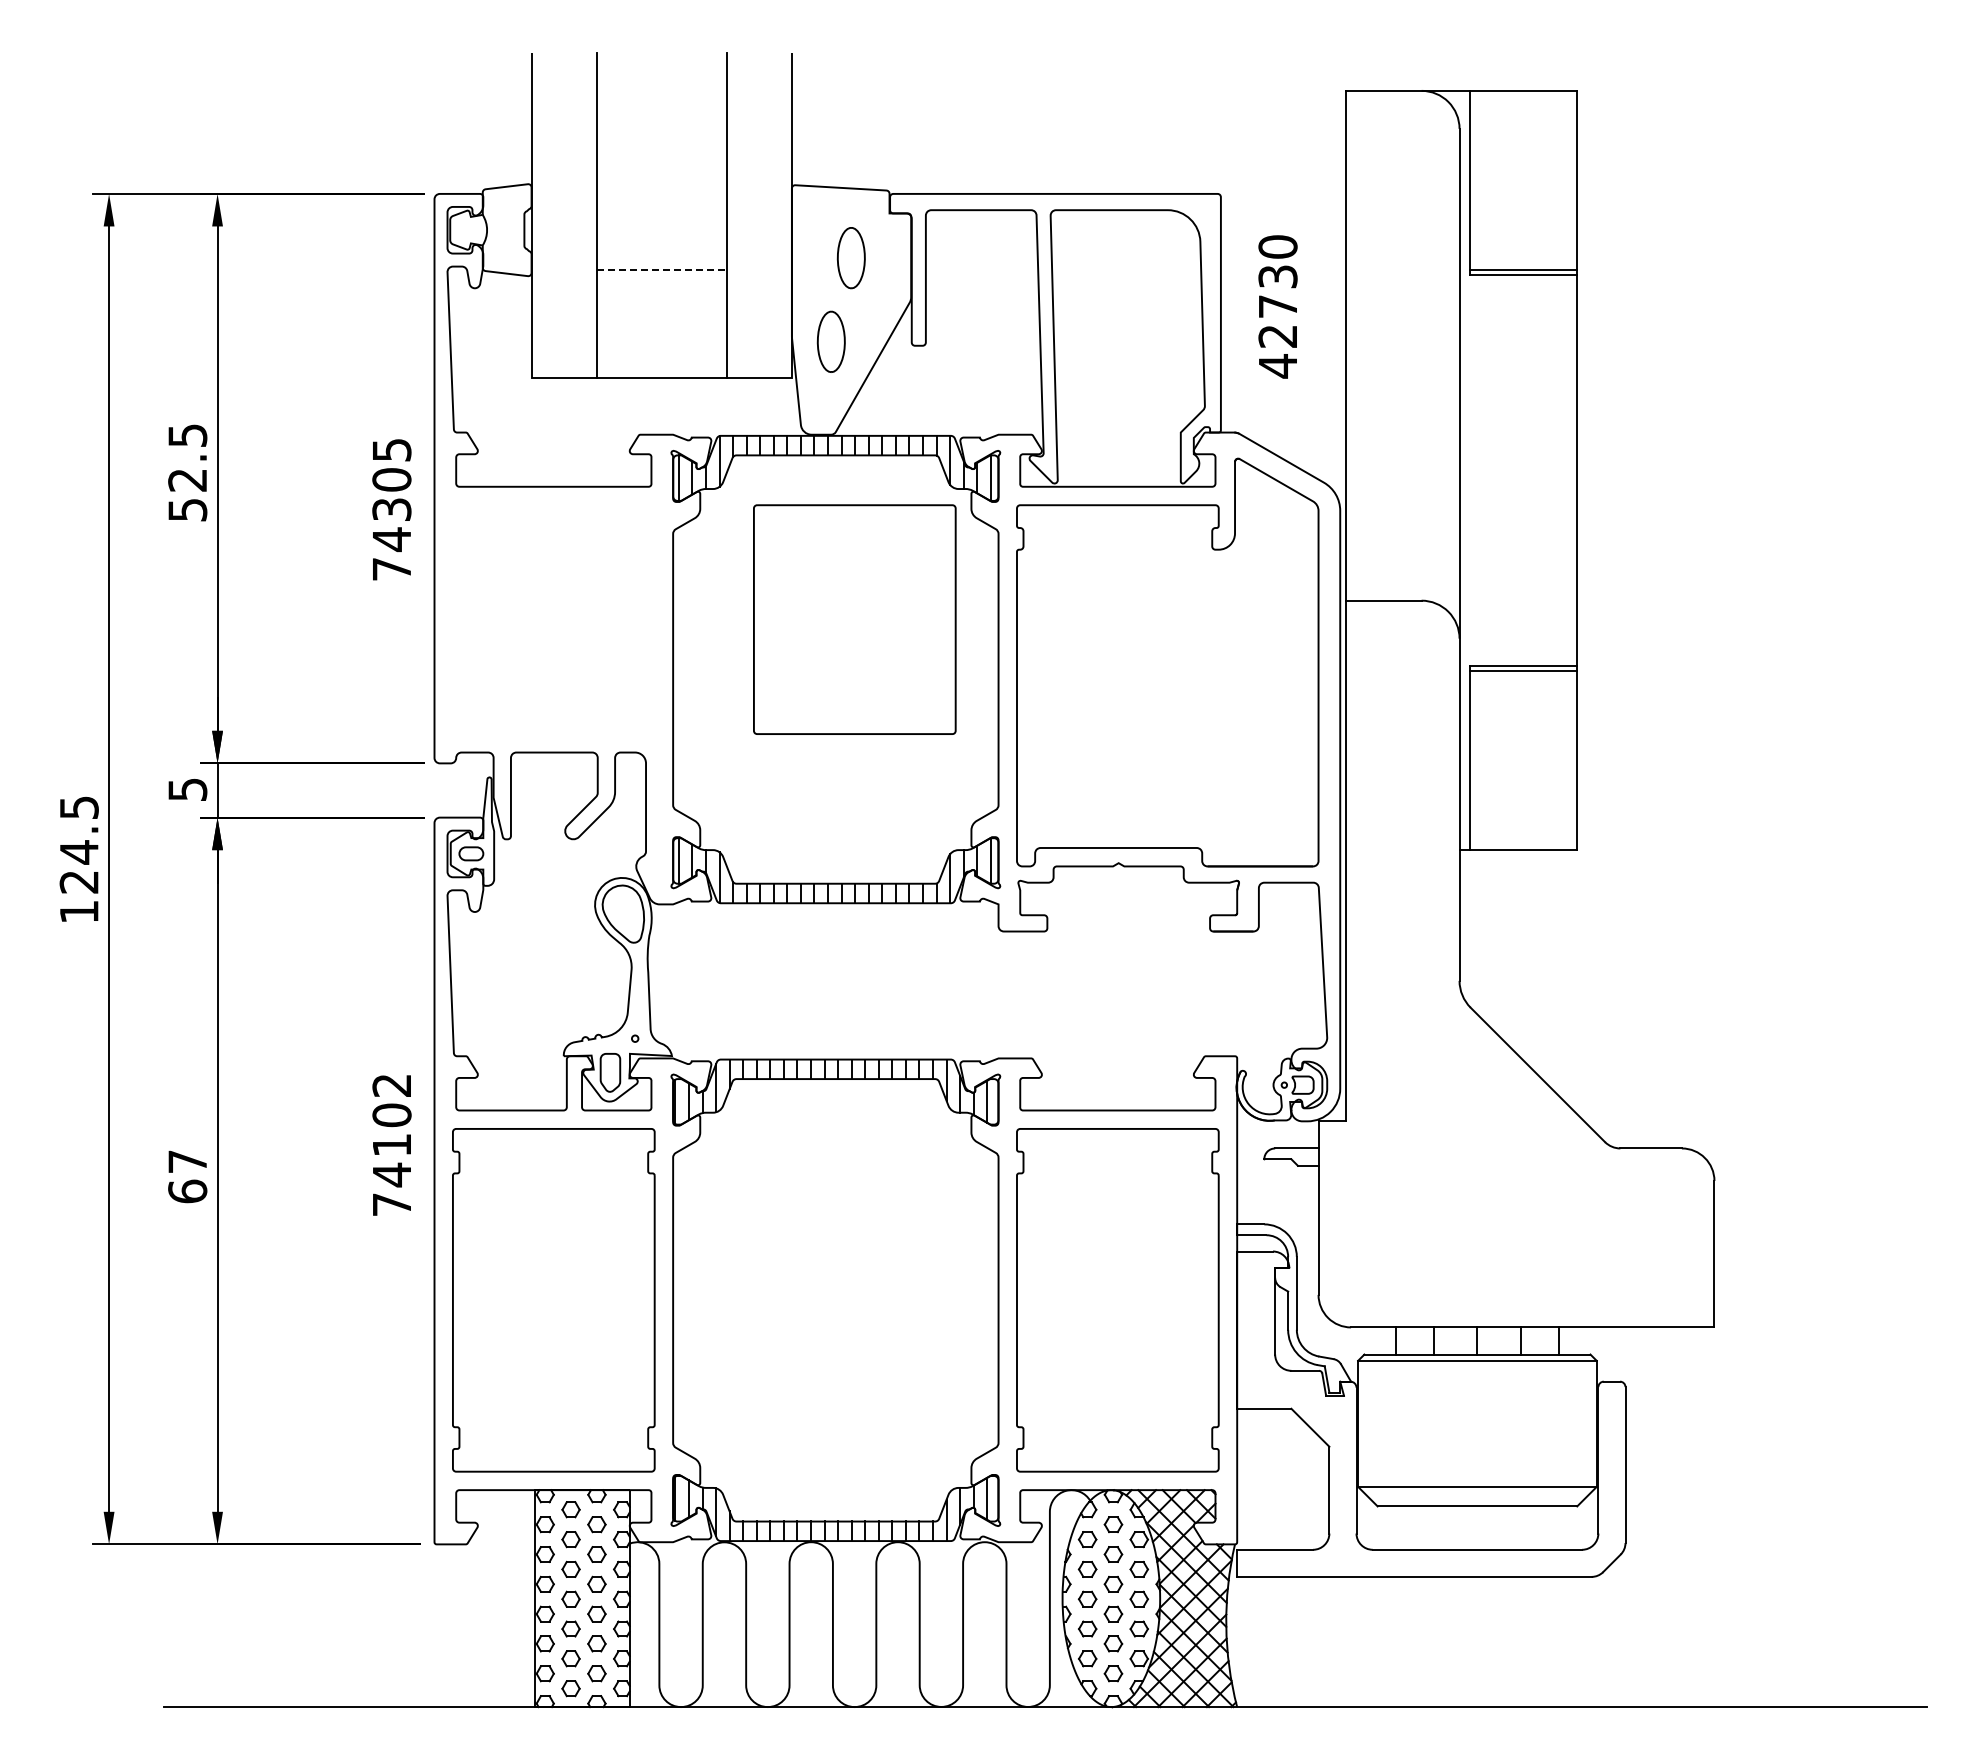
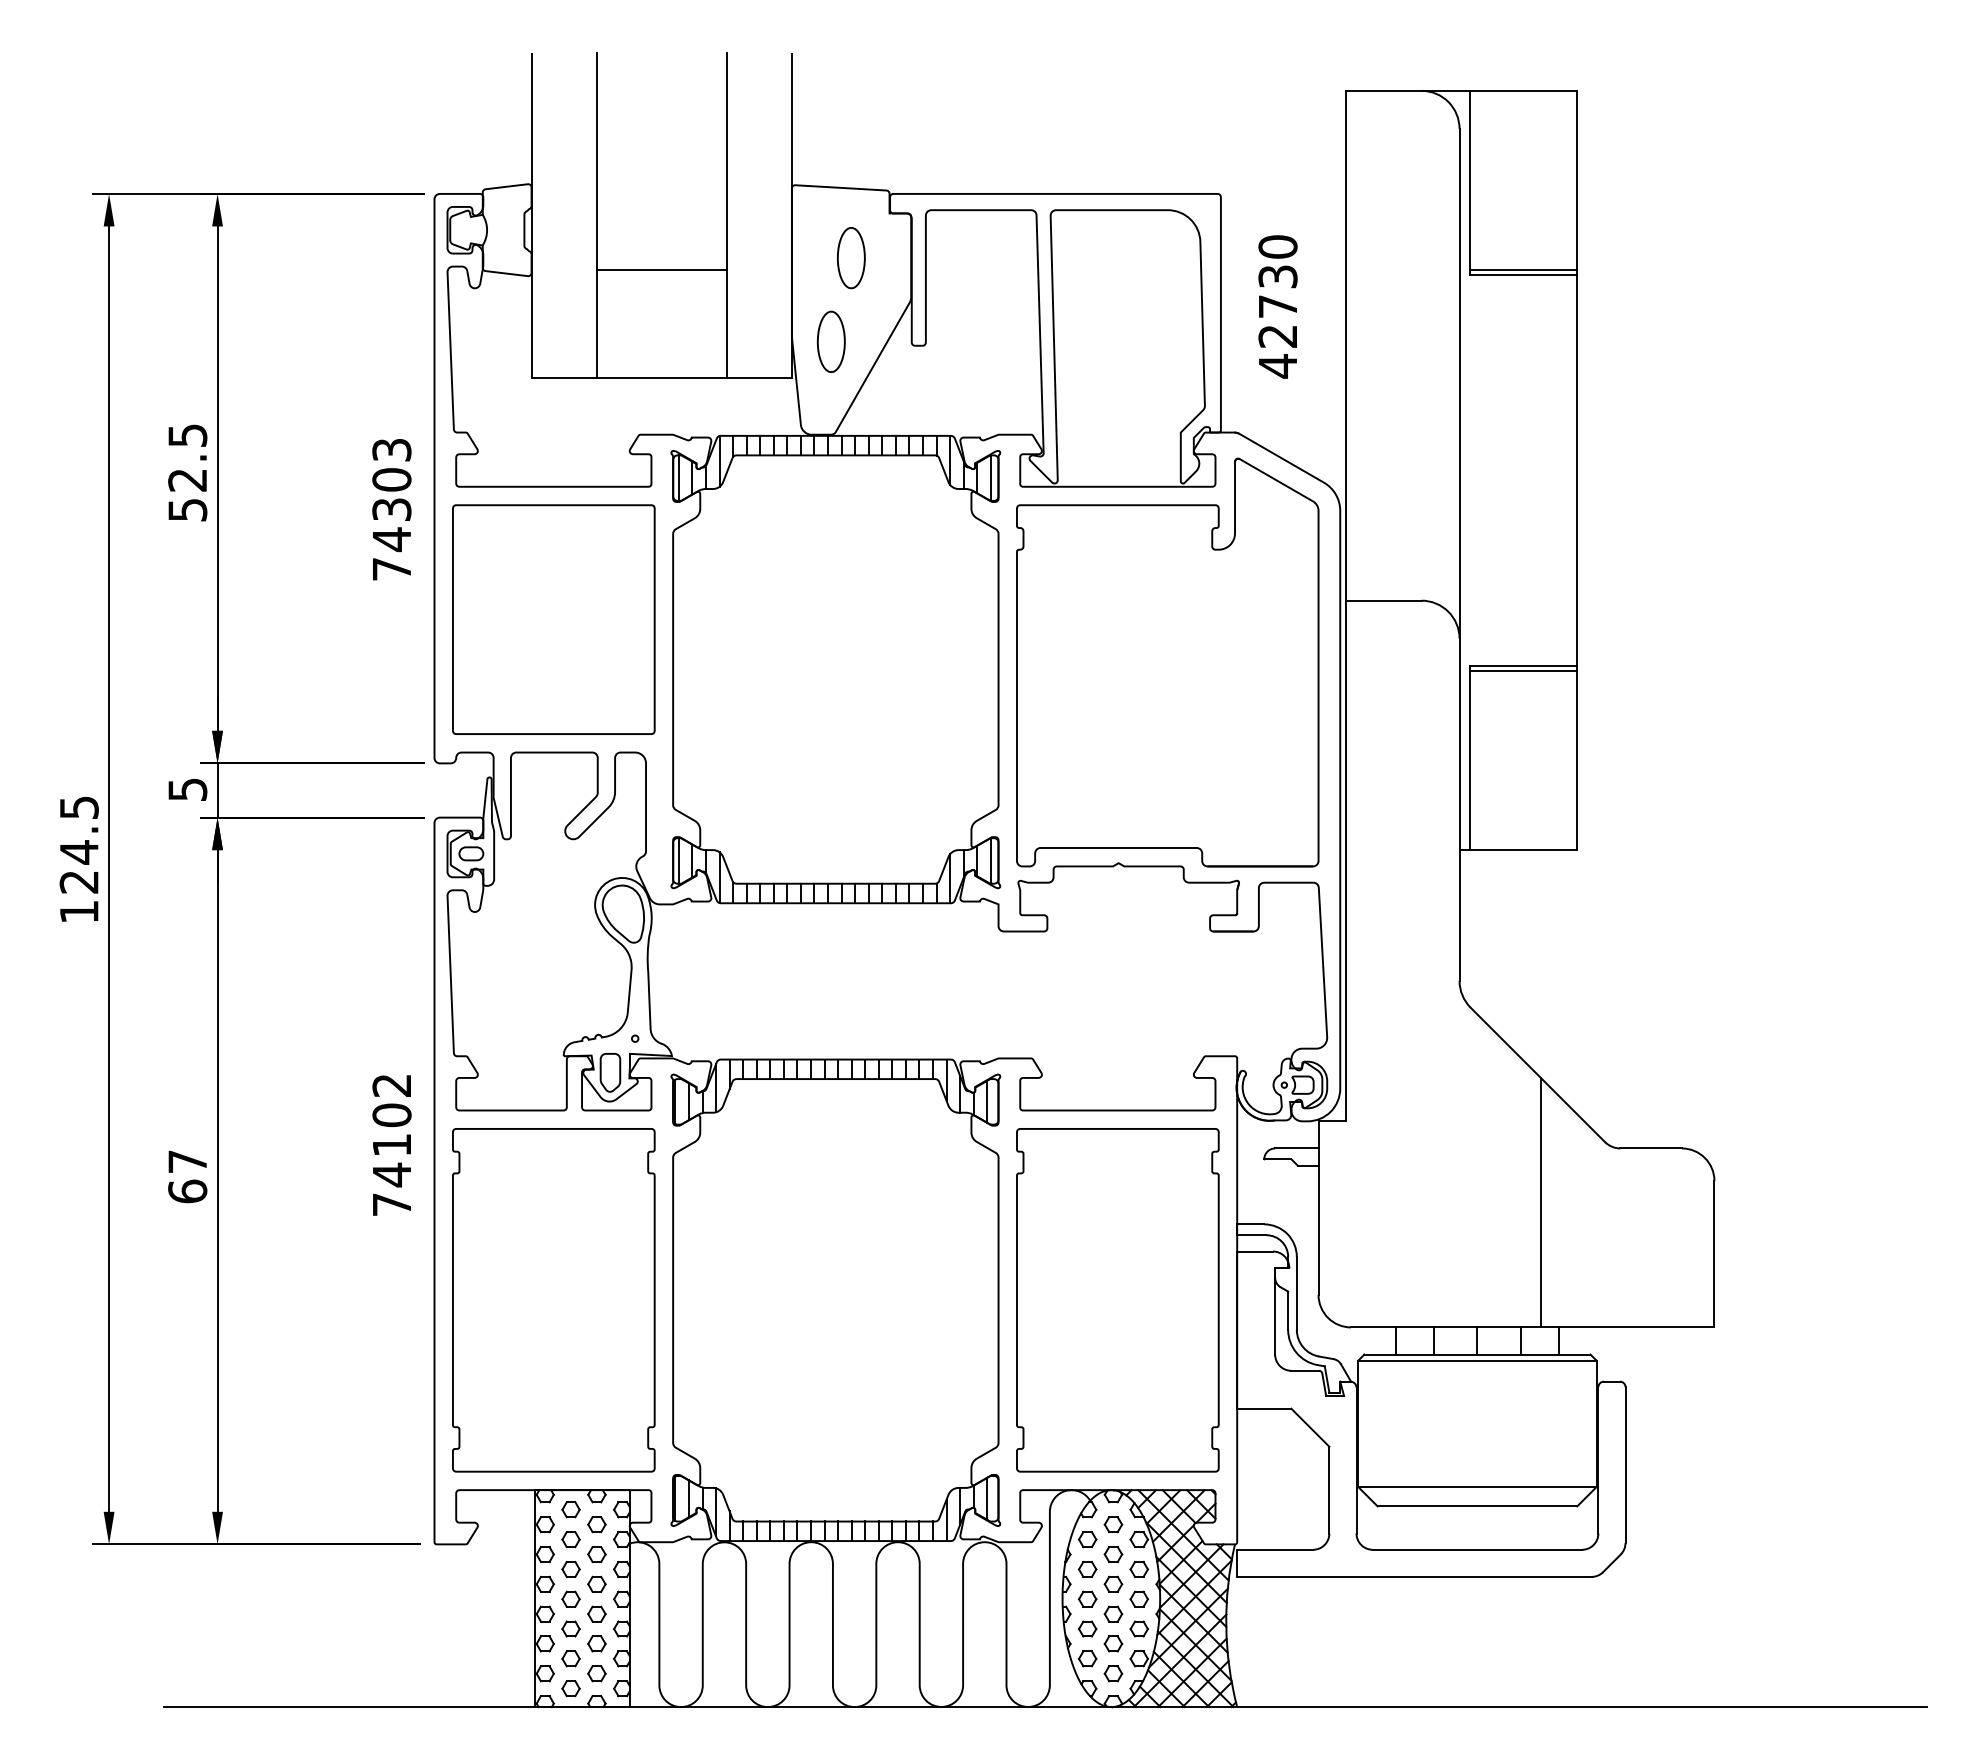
line at (662, 269): dashed -> solid
text at (391, 449): 74305 -> 74303
part at (854, 619) position: (854, 619) -> (553, 619)
line at (1540, 1202): none -> present
